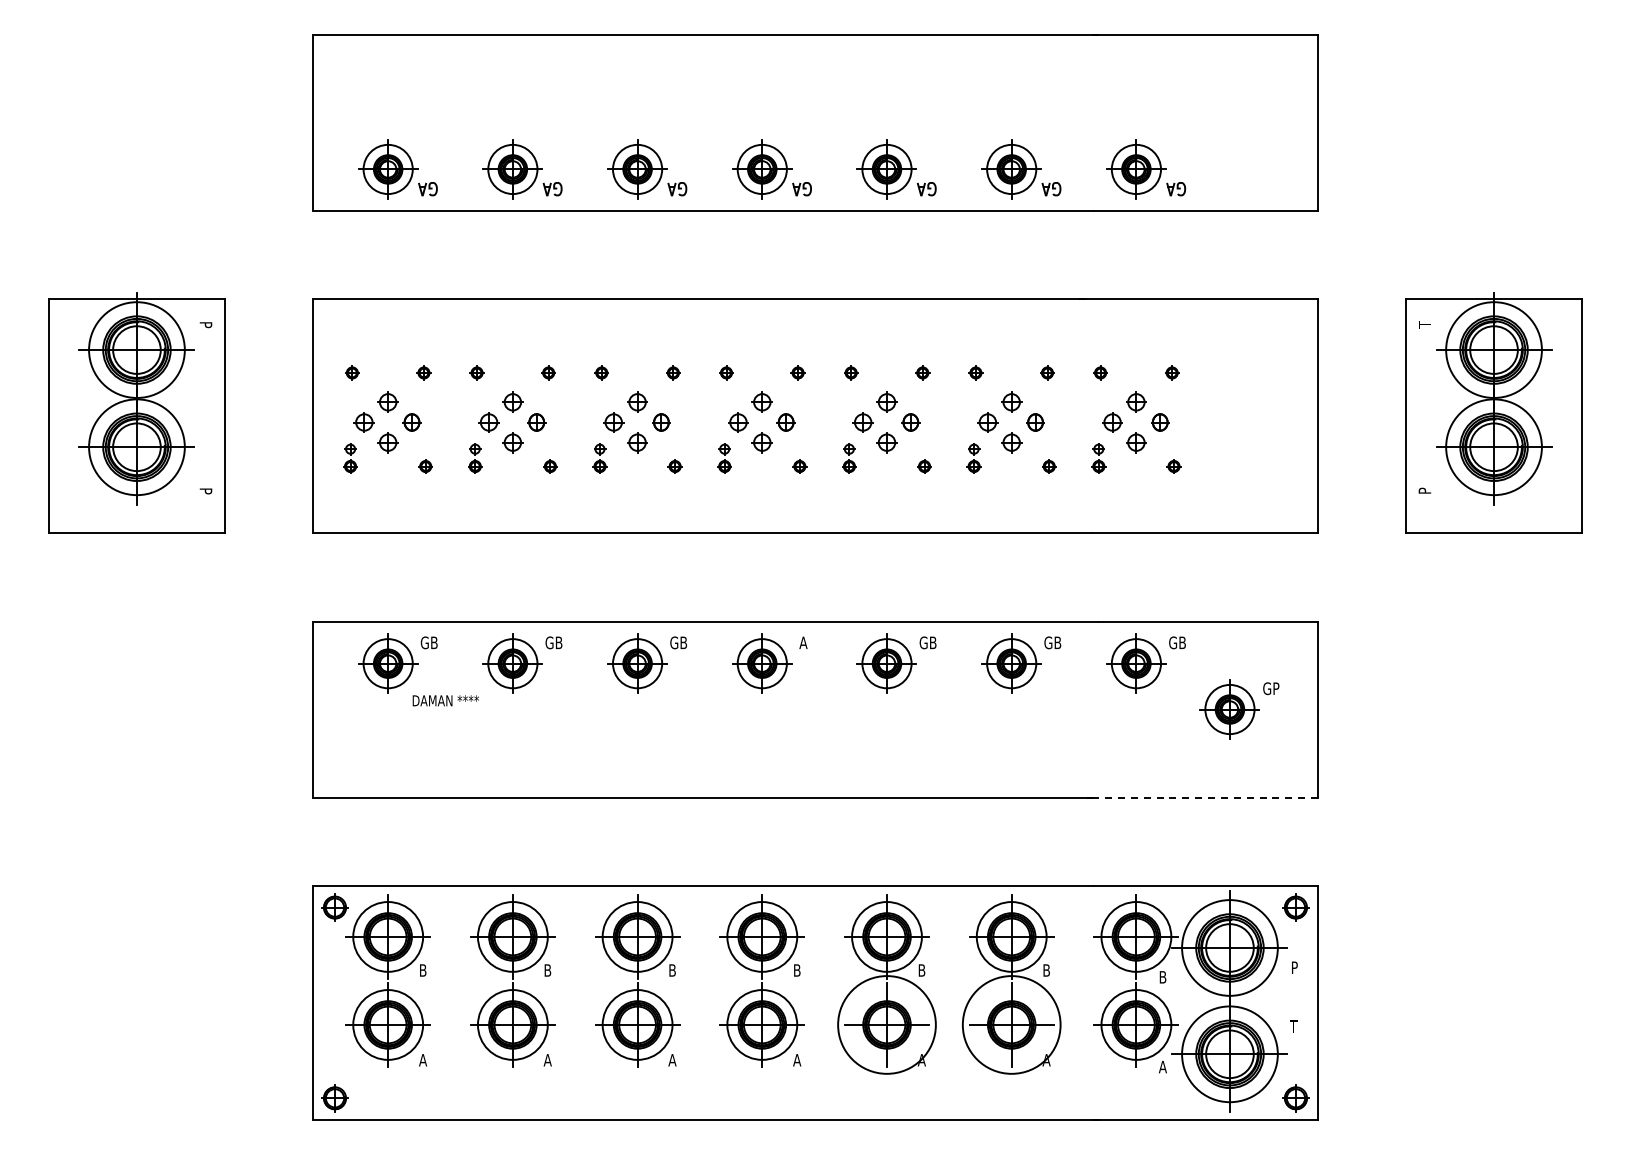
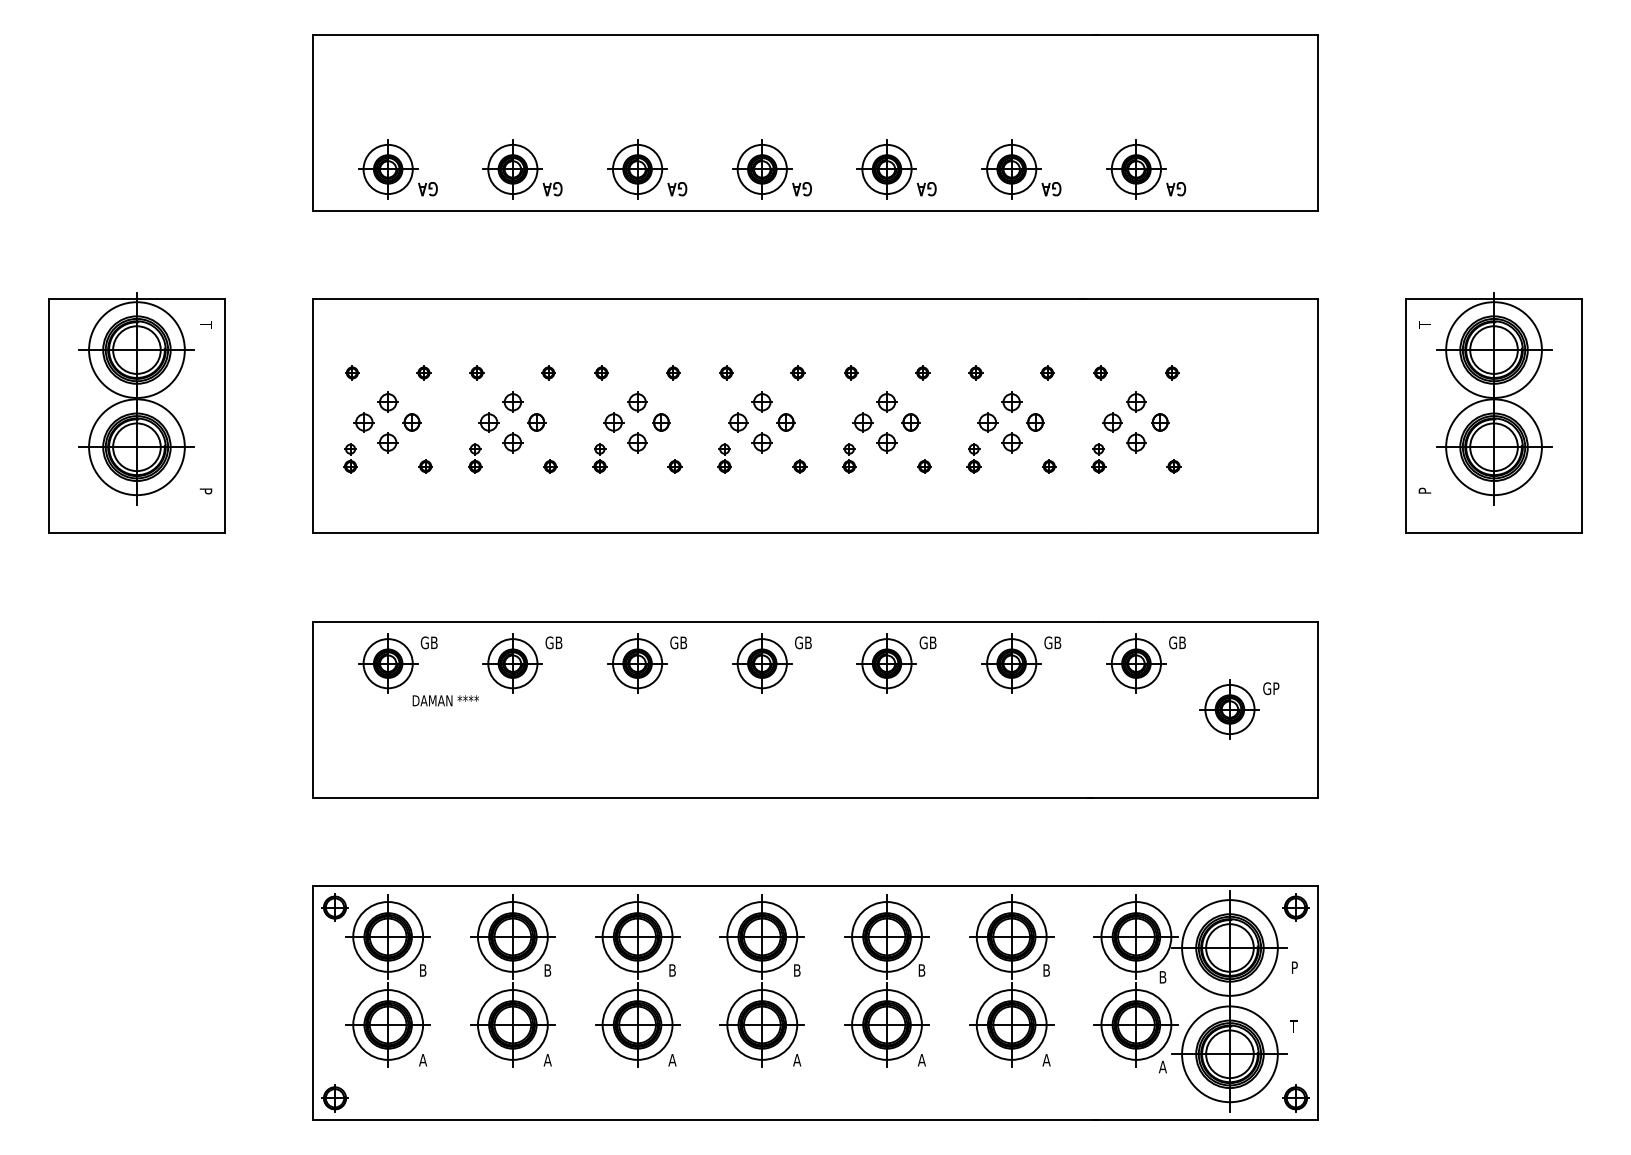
text at (205, 324): P -> T
text at (803, 642): A -> GB
line at (1205, 797): dashed -> solid
circle at (886, 1024) diameter: 98 px -> 70 px
circle at (1011, 1024) diameter: 98 px -> 70 px
